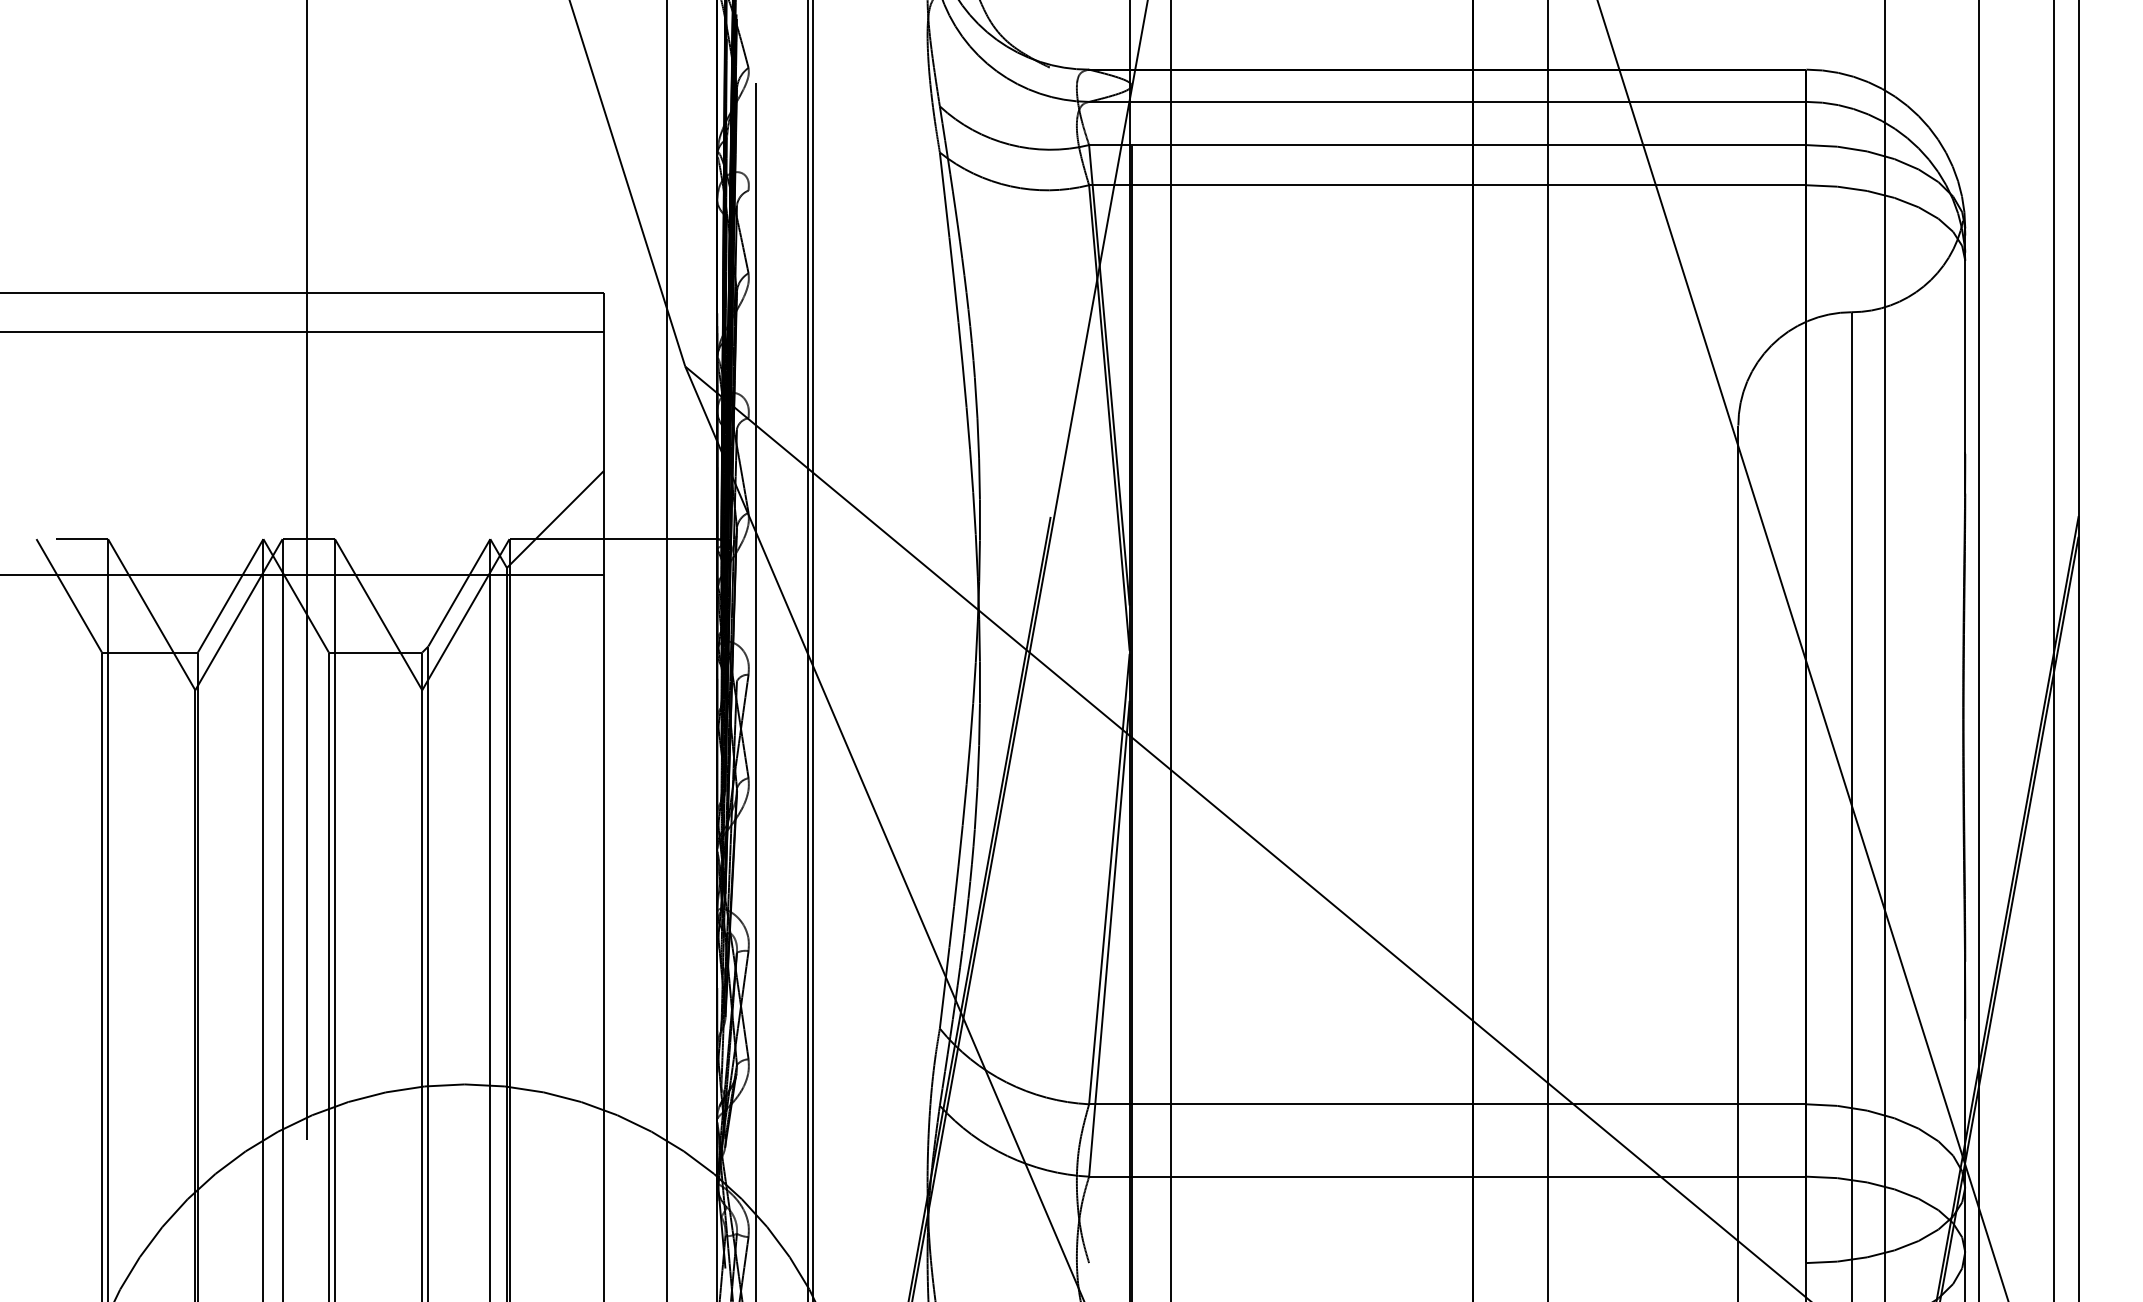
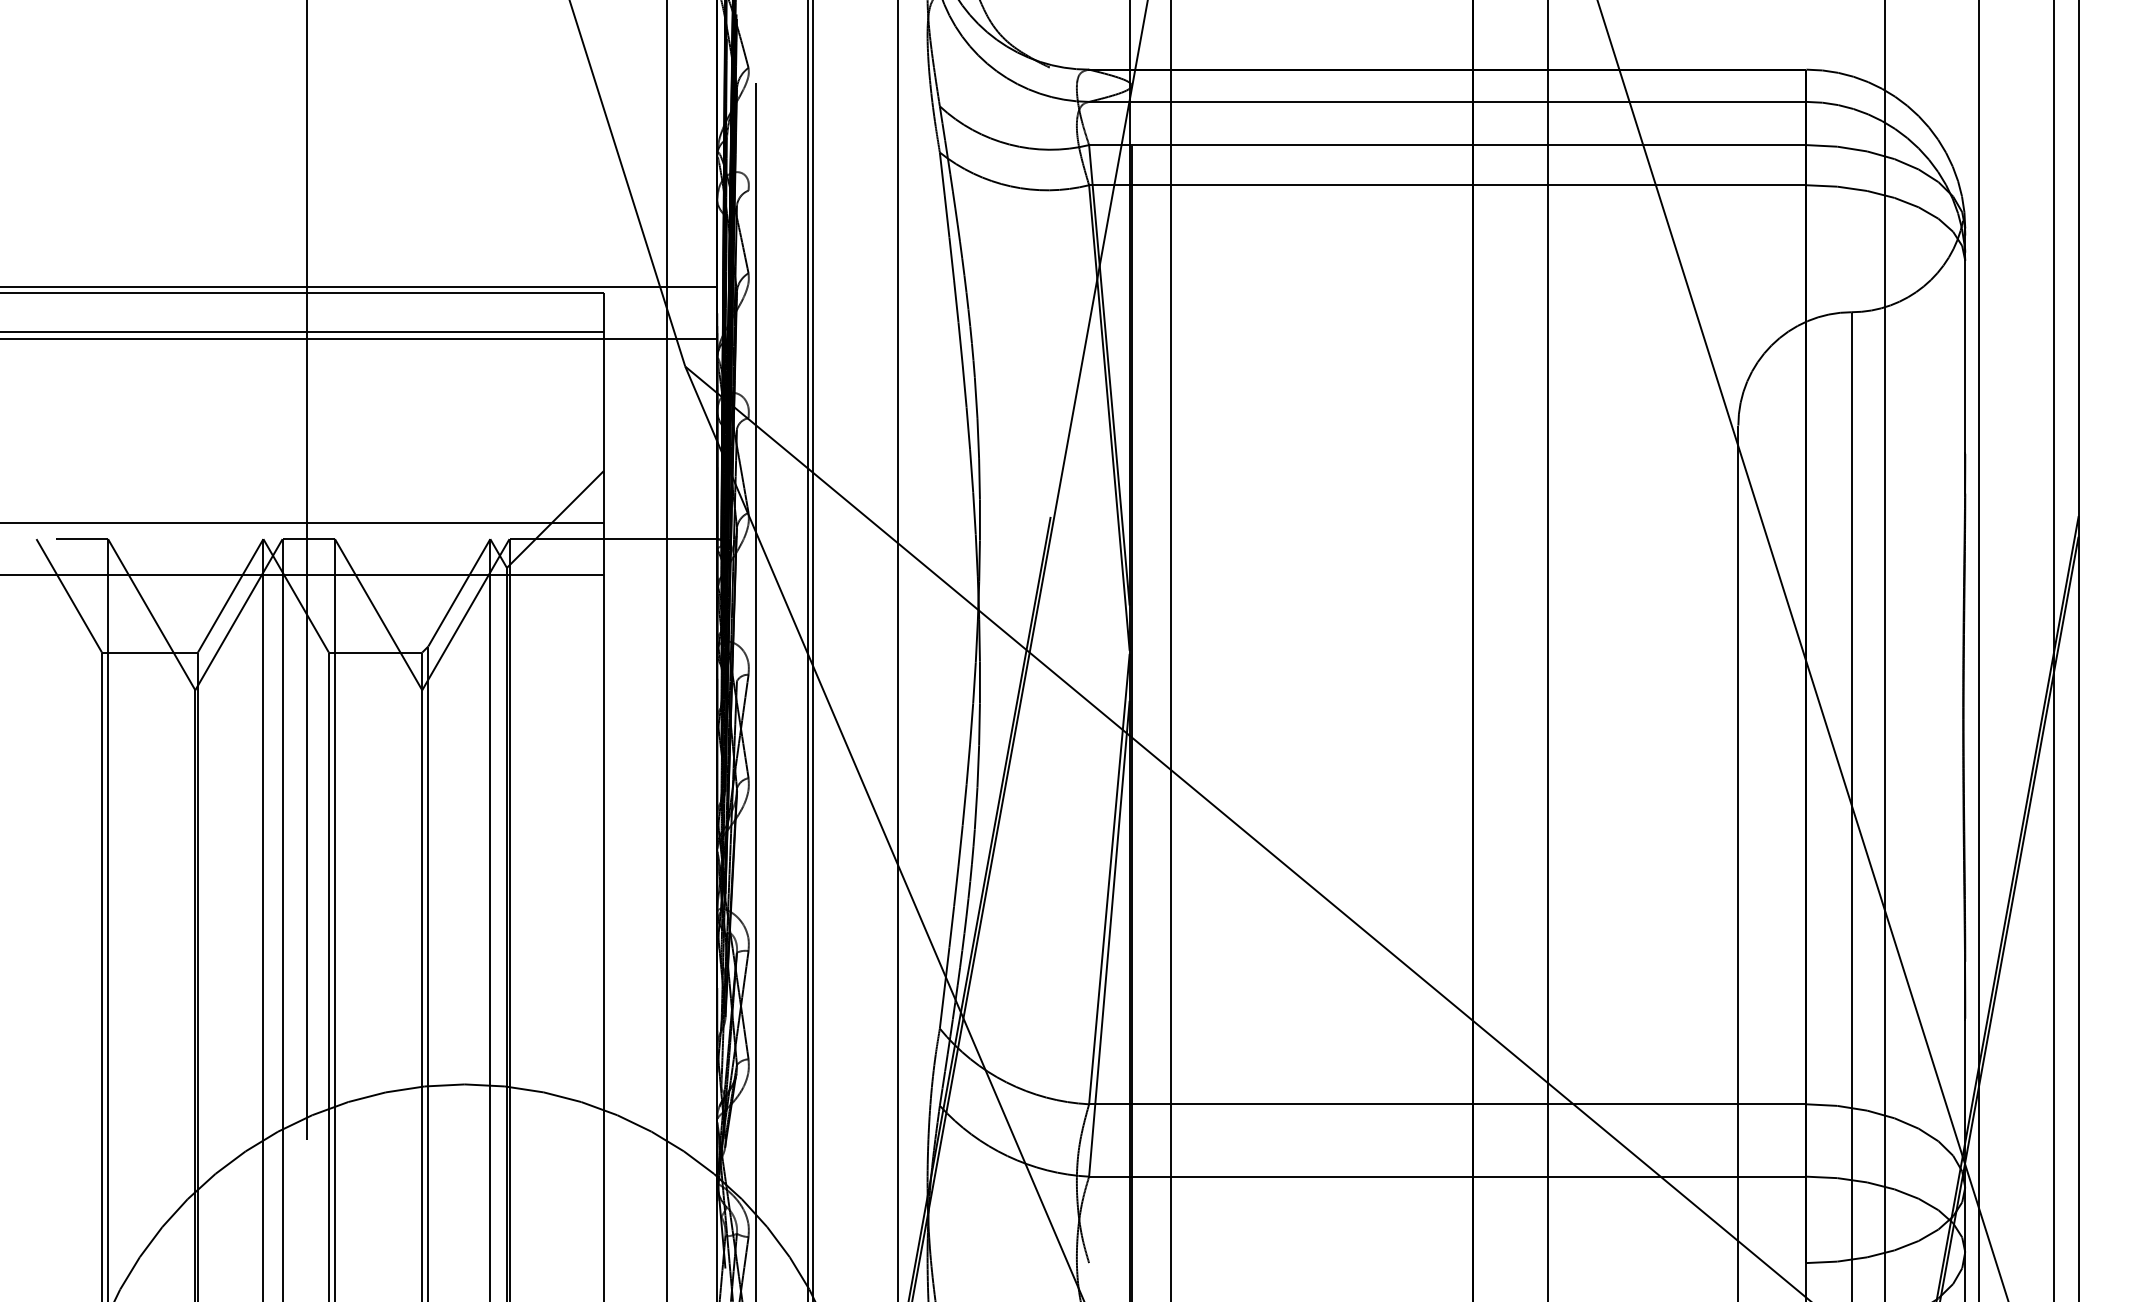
line at (359, 286): none -> present
line at (359, 339): none -> present
line at (302, 522): none -> present
line at (897, 650): none -> present
